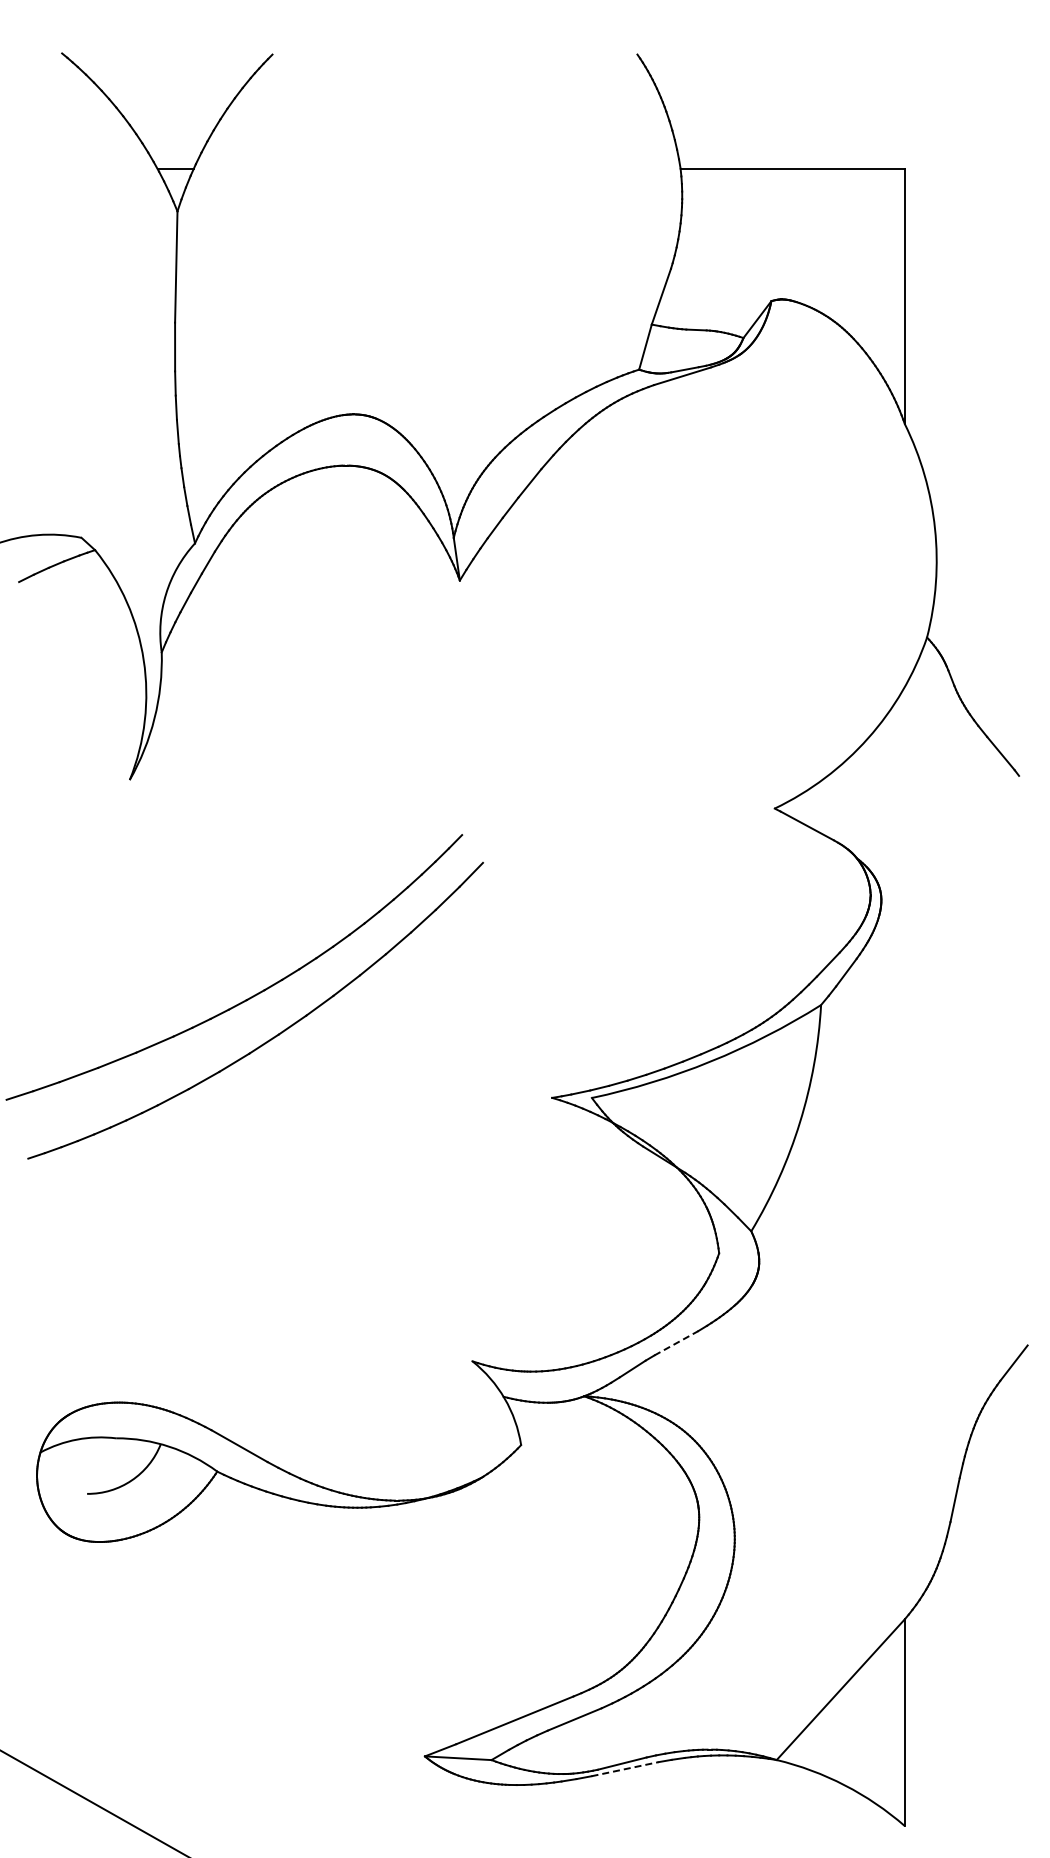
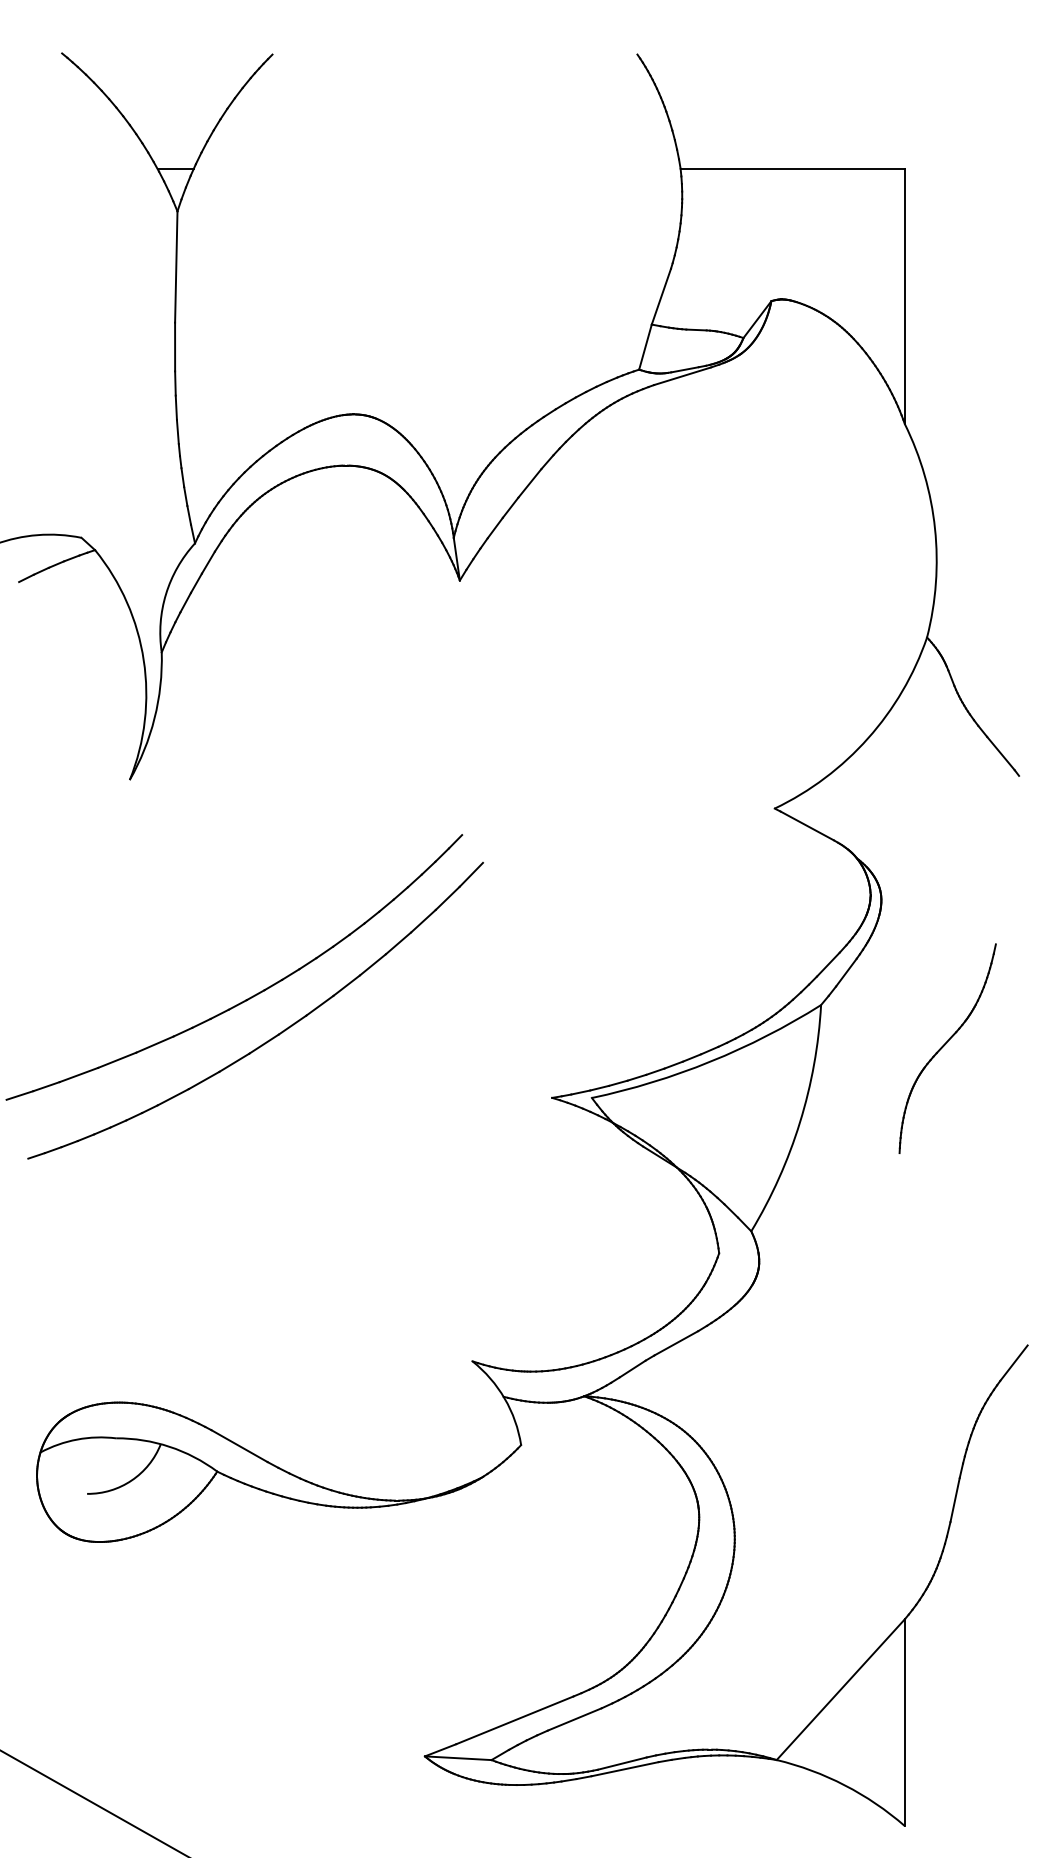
part at (947, 1048): none -> present
line at (676, 1343): dashed -> solid
line at (625, 1769): dashed -> solid
